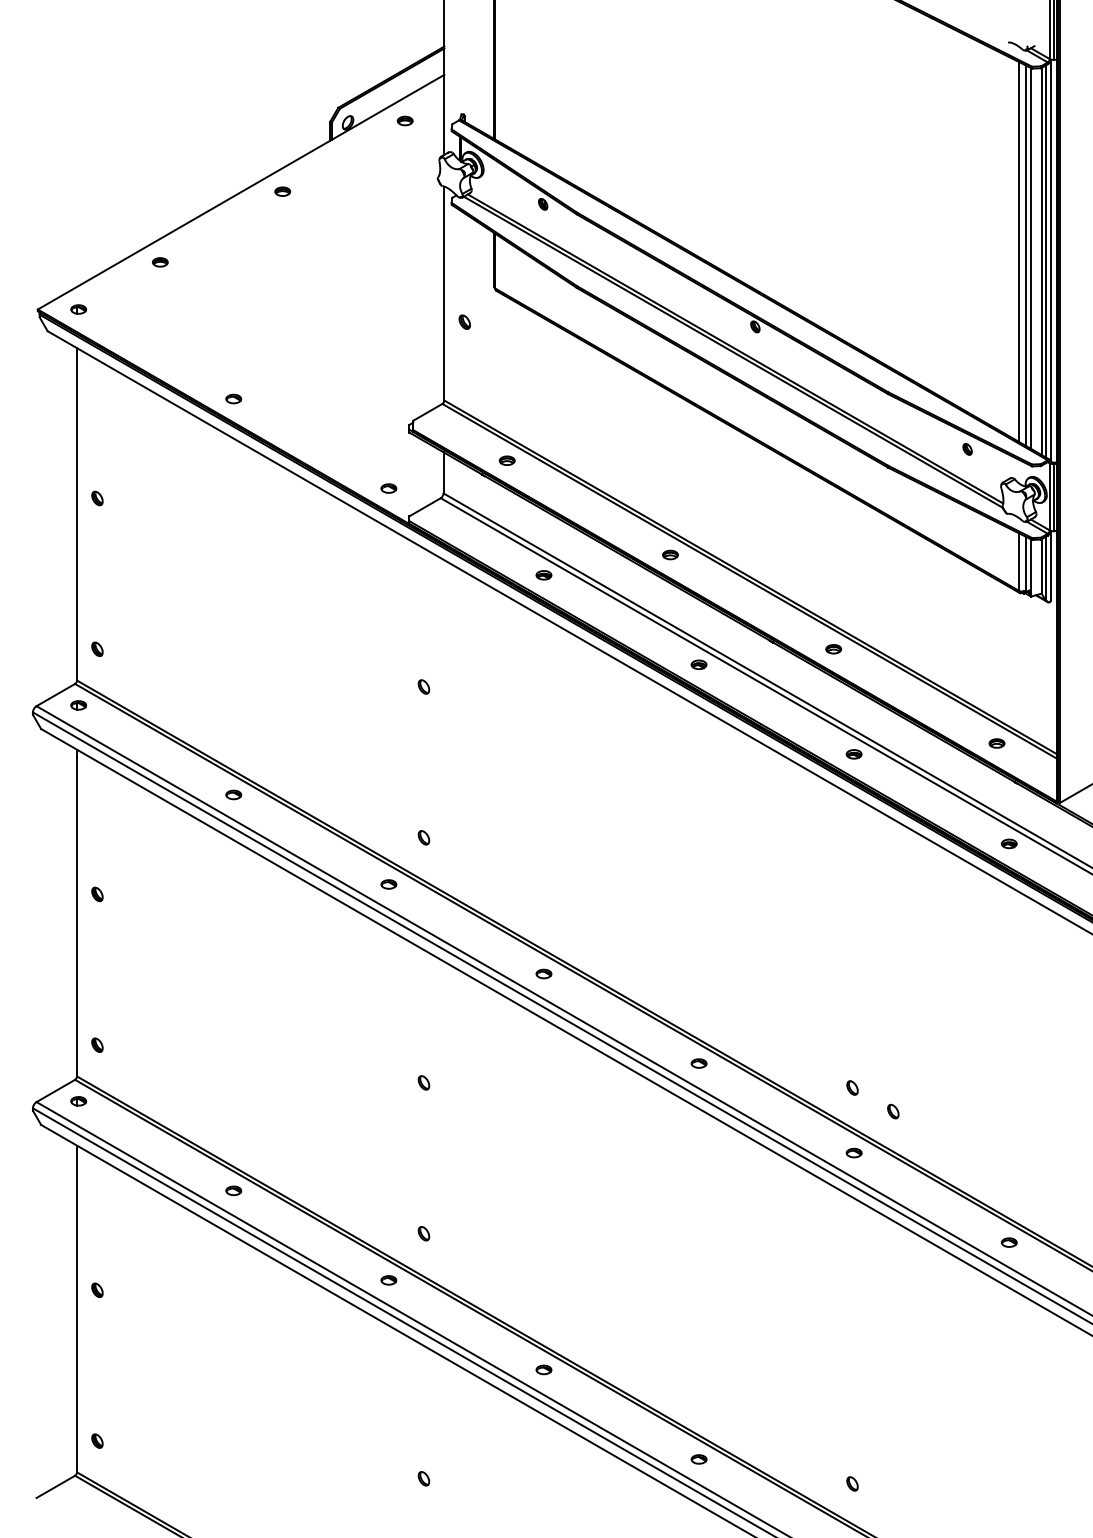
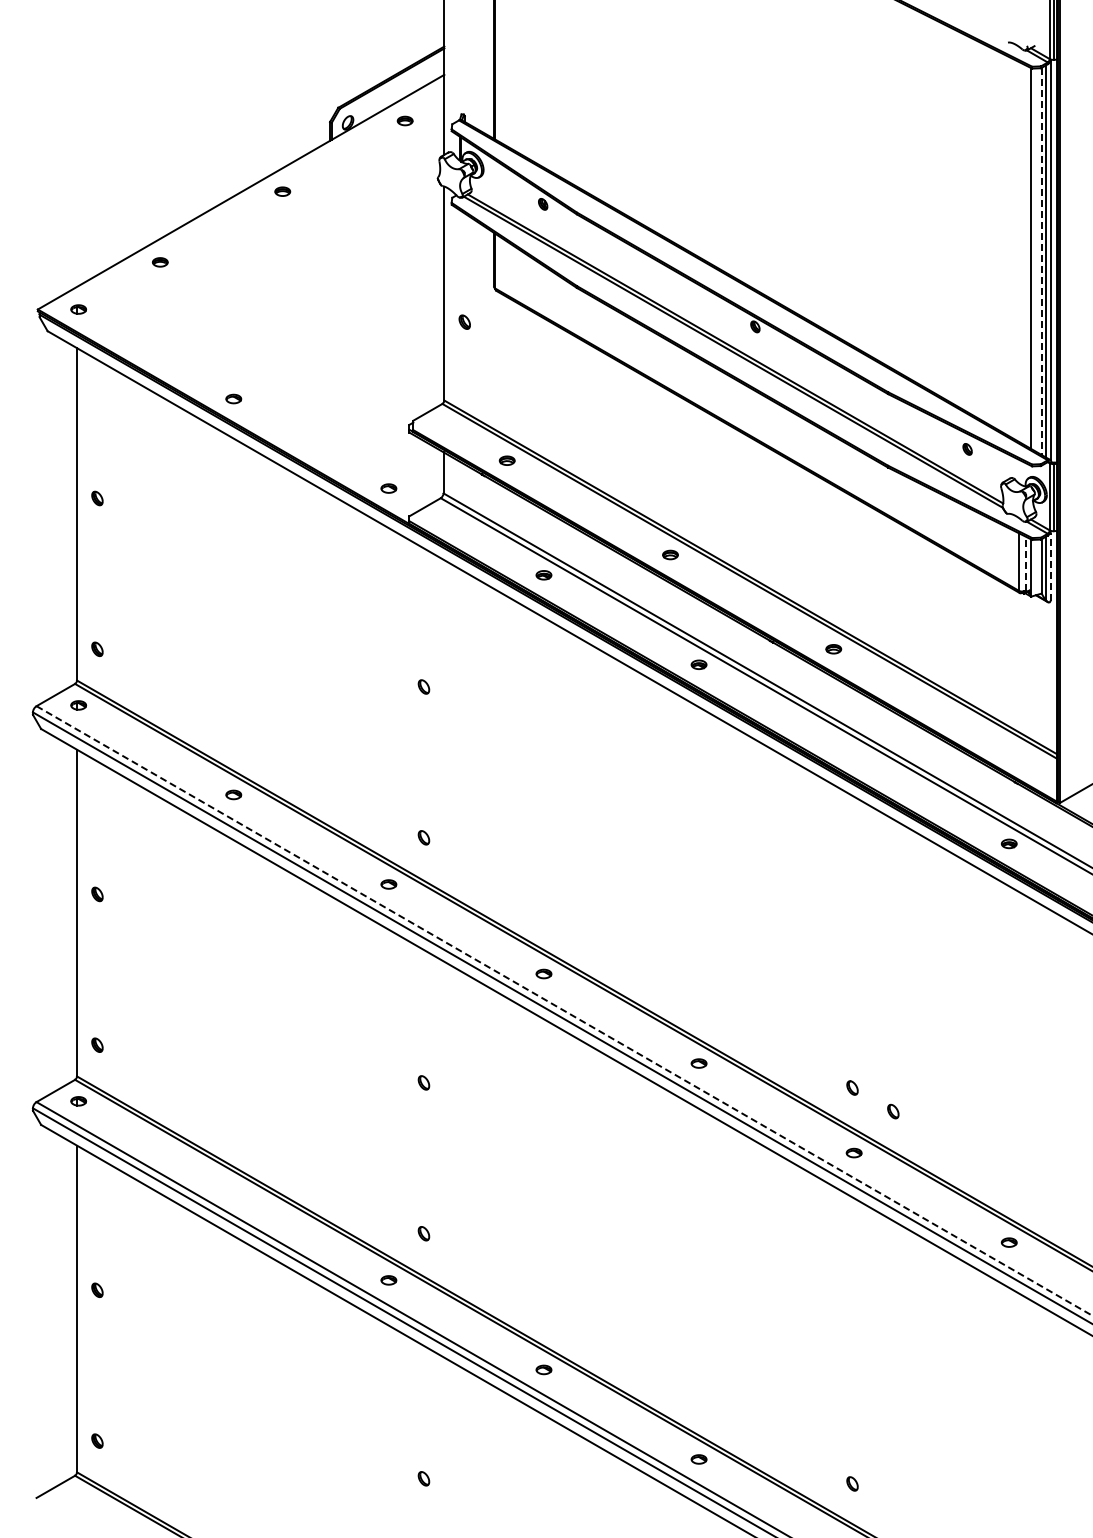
line at (1018, 251): present -> none
line at (1025, 255): present -> none
line at (1041, 261): solid -> dashed
line at (1025, 563): solid -> dashed
line at (1050, 566): solid -> dashed
part at (996, 743): present -> none
part at (853, 754): present -> none
line at (564, 1011): solid -> dashed
part at (233, 1190): present -> none
